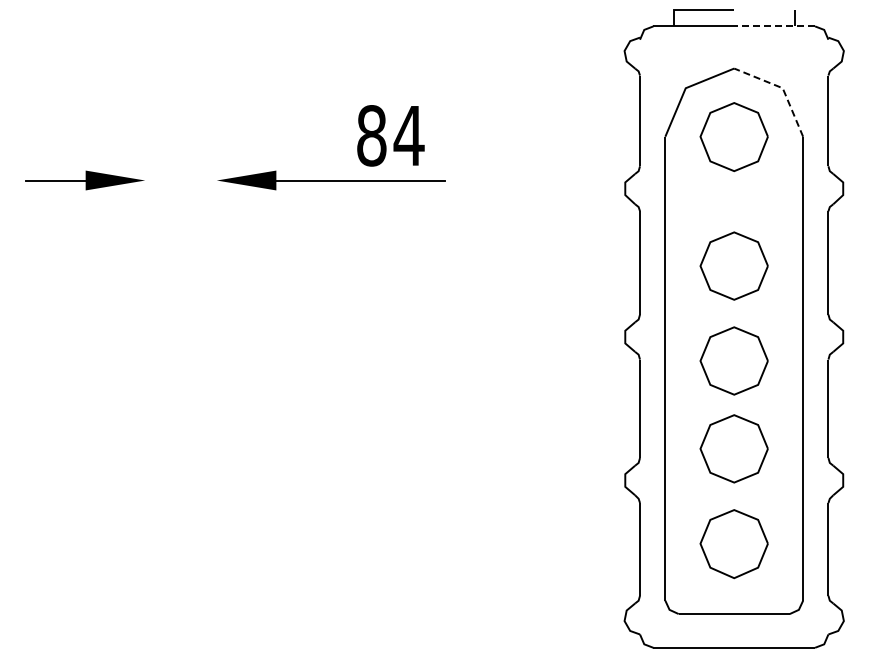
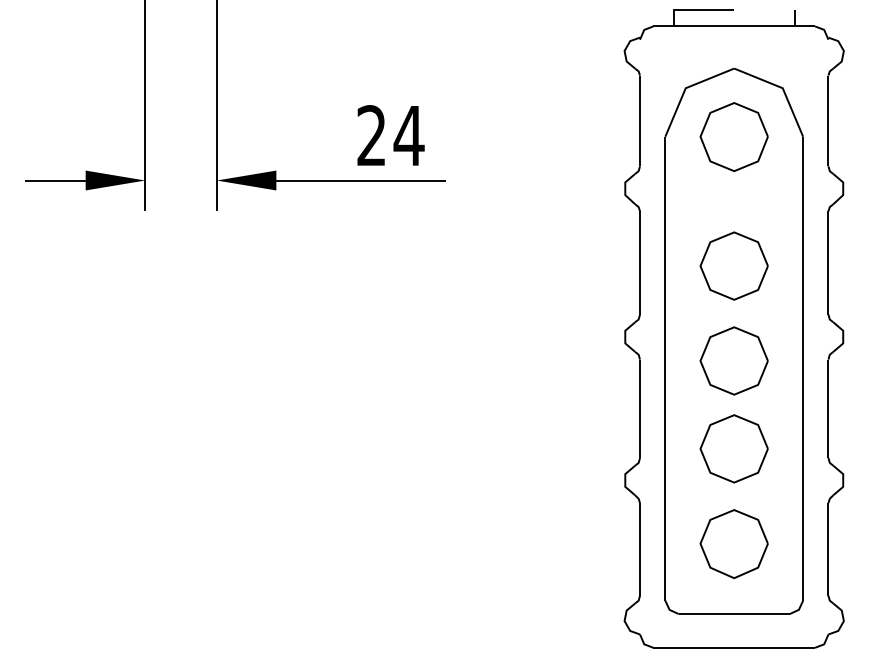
line at (774, 26): dashed -> solid
line at (782, 88): dashed -> solid
line at (145, 106): none -> present
line at (216, 106): none -> present
text at (371, 135): 84 -> 24
